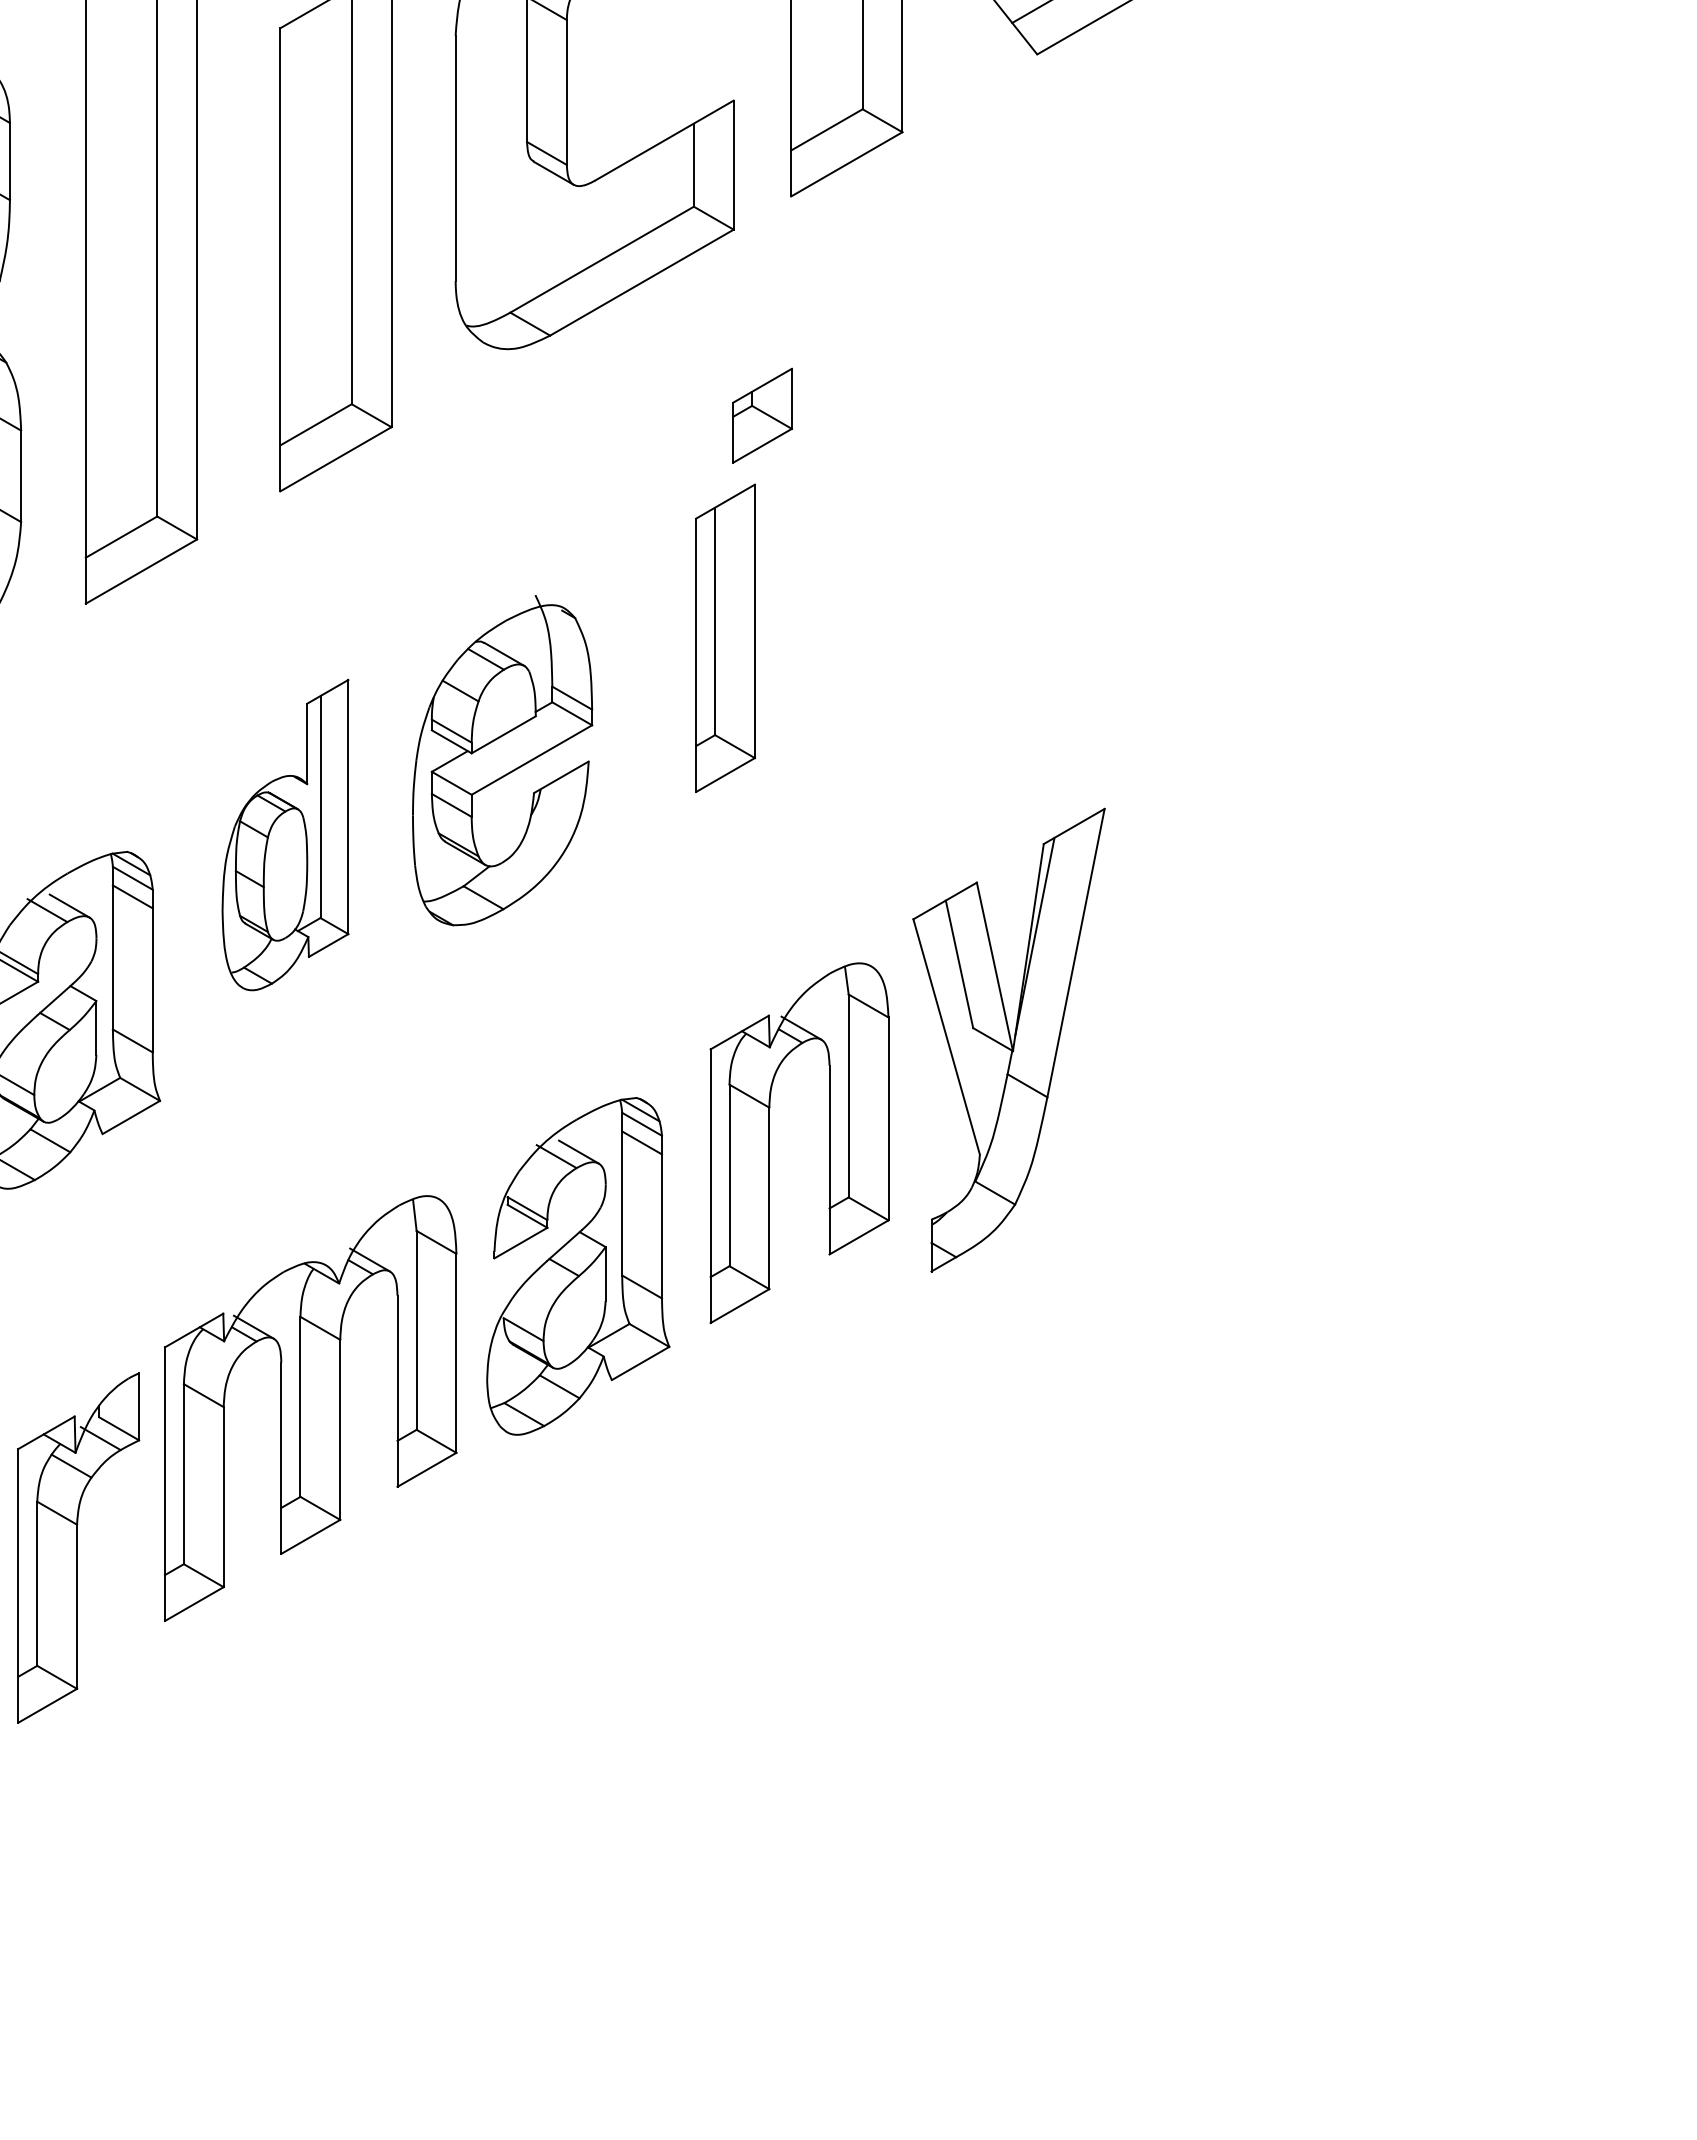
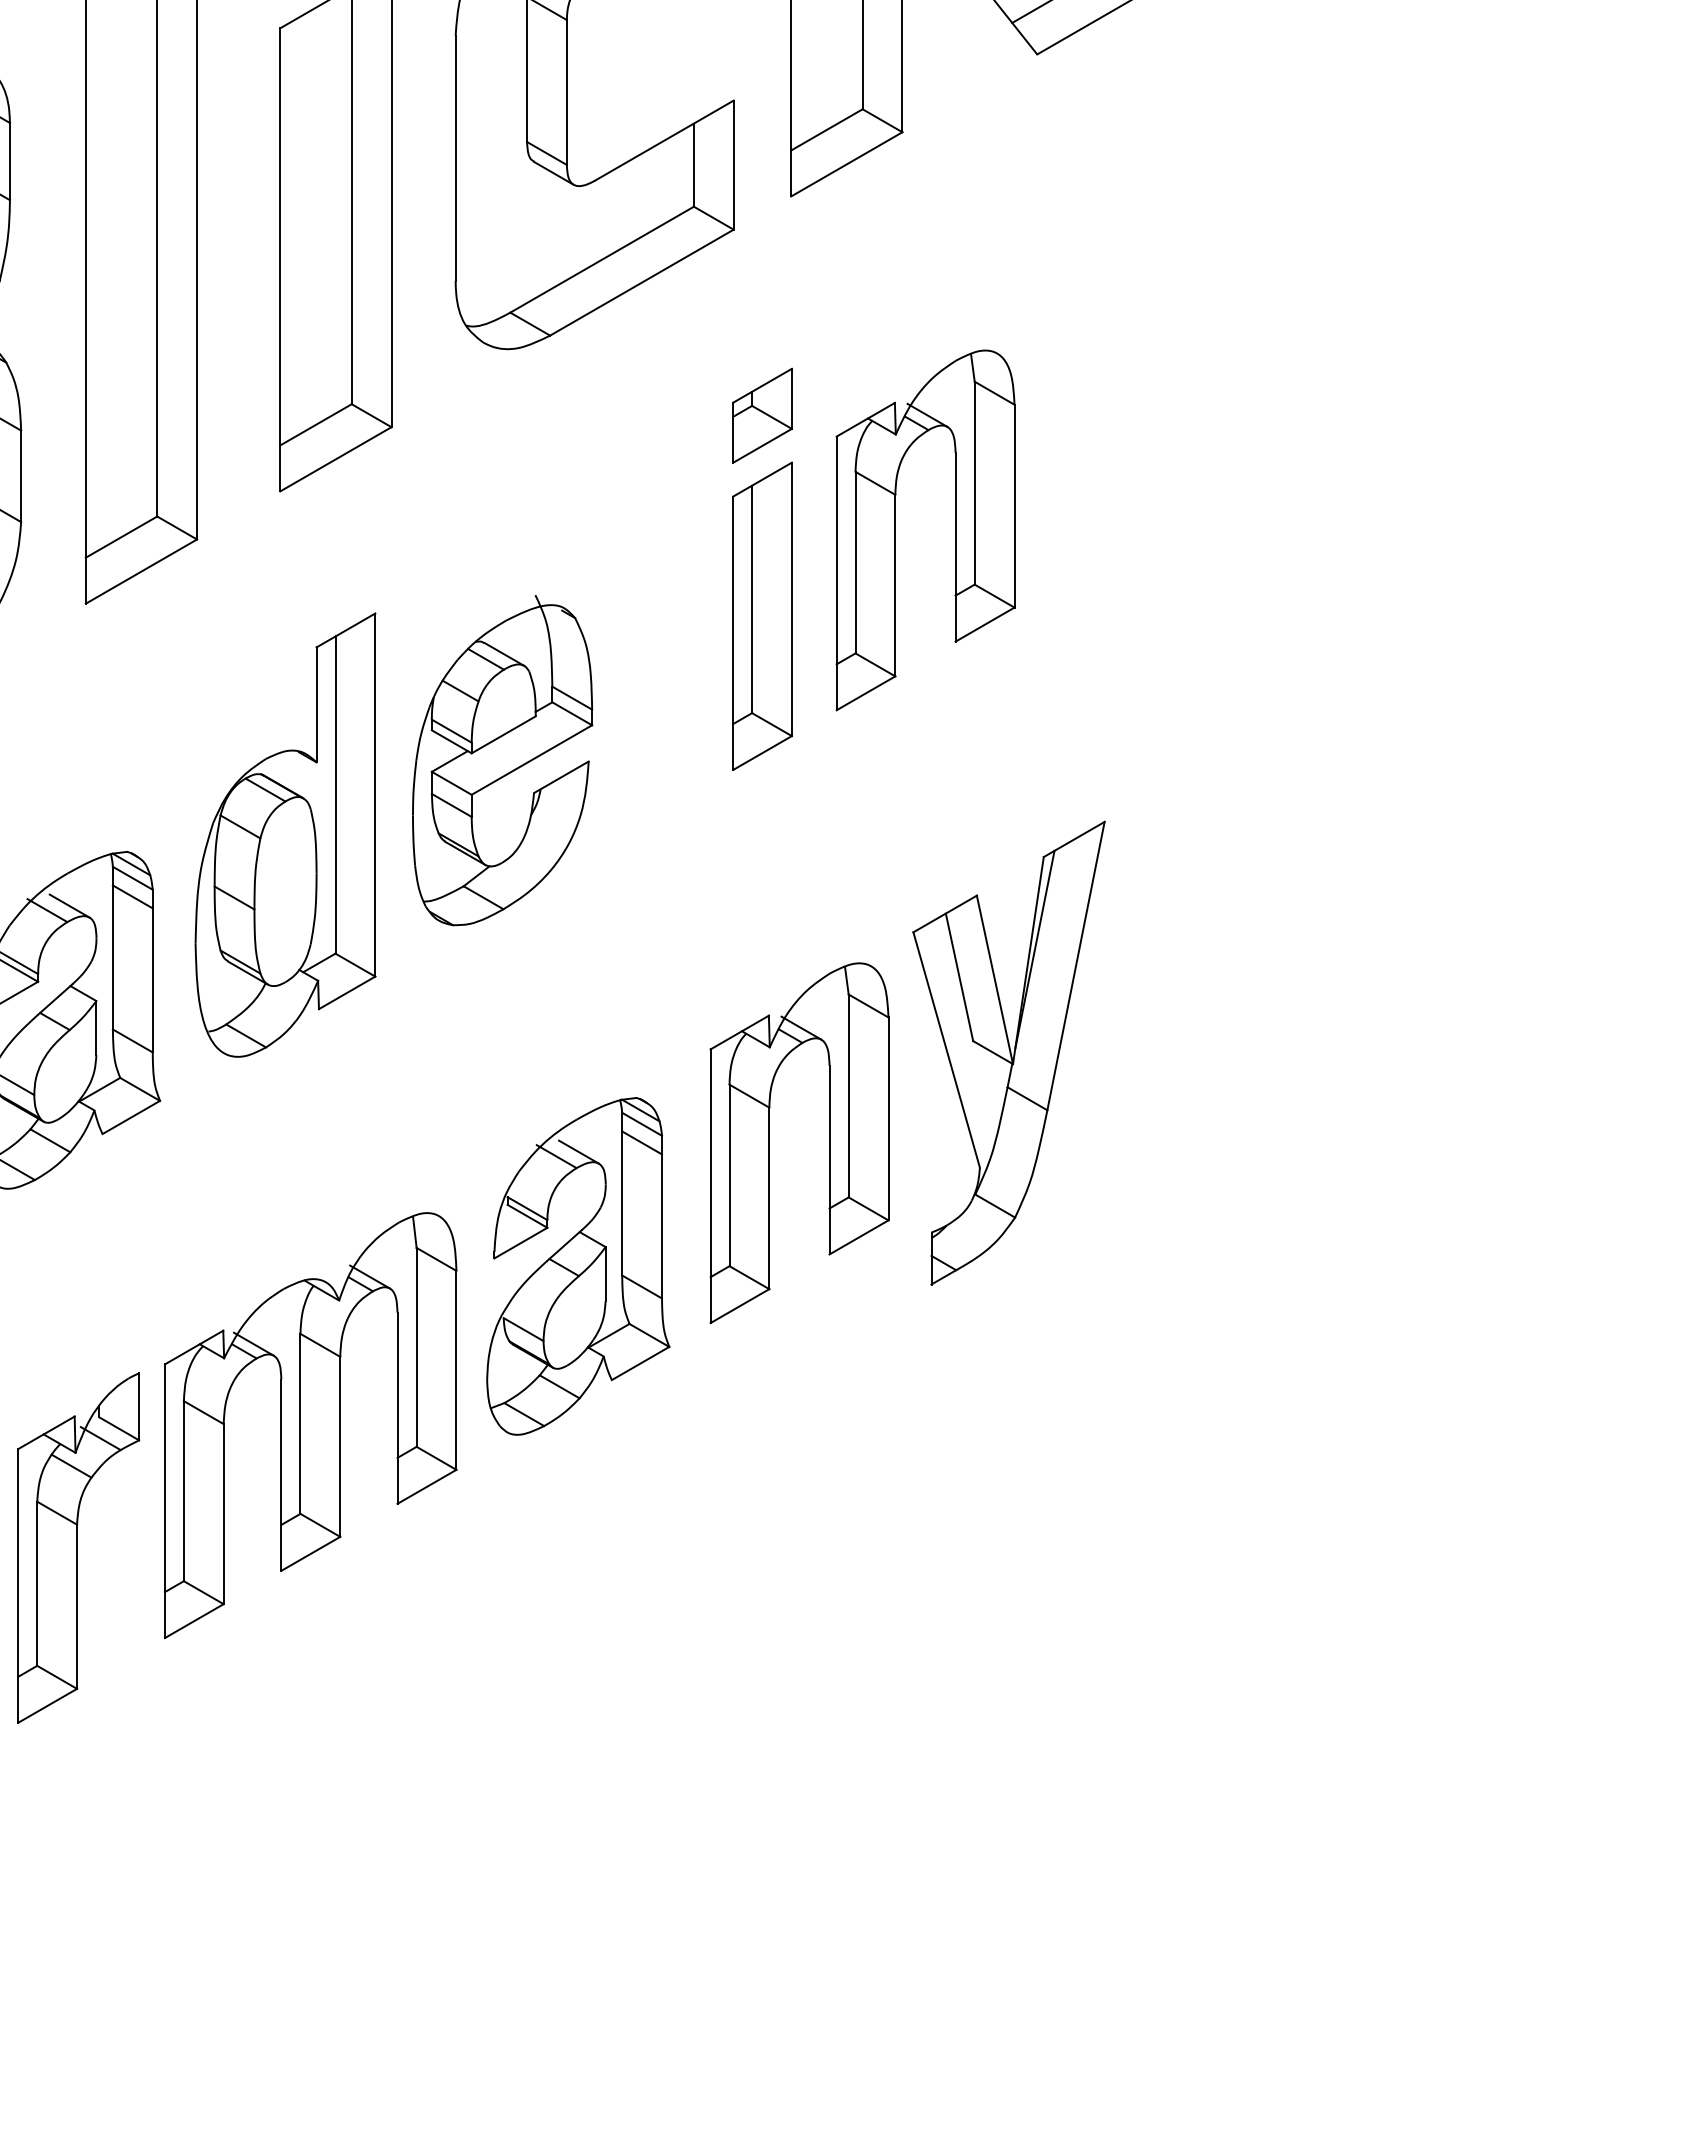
part at (895, 530): none -> present
part at (725, 637) position: (725, 637) -> (762, 615)
part at (285, 834) size: 129x314 px -> 183x446 px
part at (1008, 1039) position: (1008, 1039) -> (1008, 1052)
part at (310, 1408) position: (310, 1408) -> (310, 1425)
